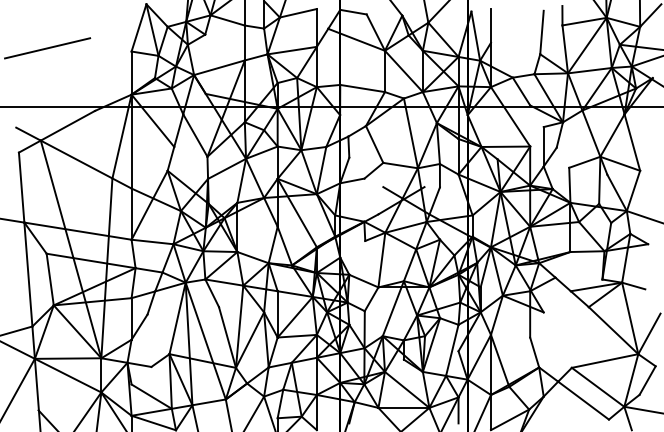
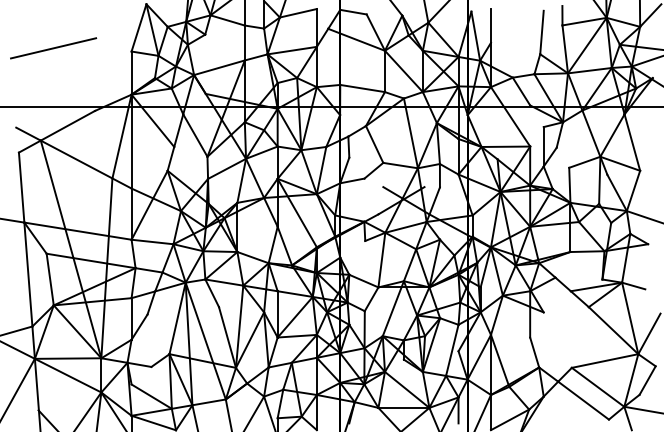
line at (47, 48) position: (47, 48) -> (53, 48)
